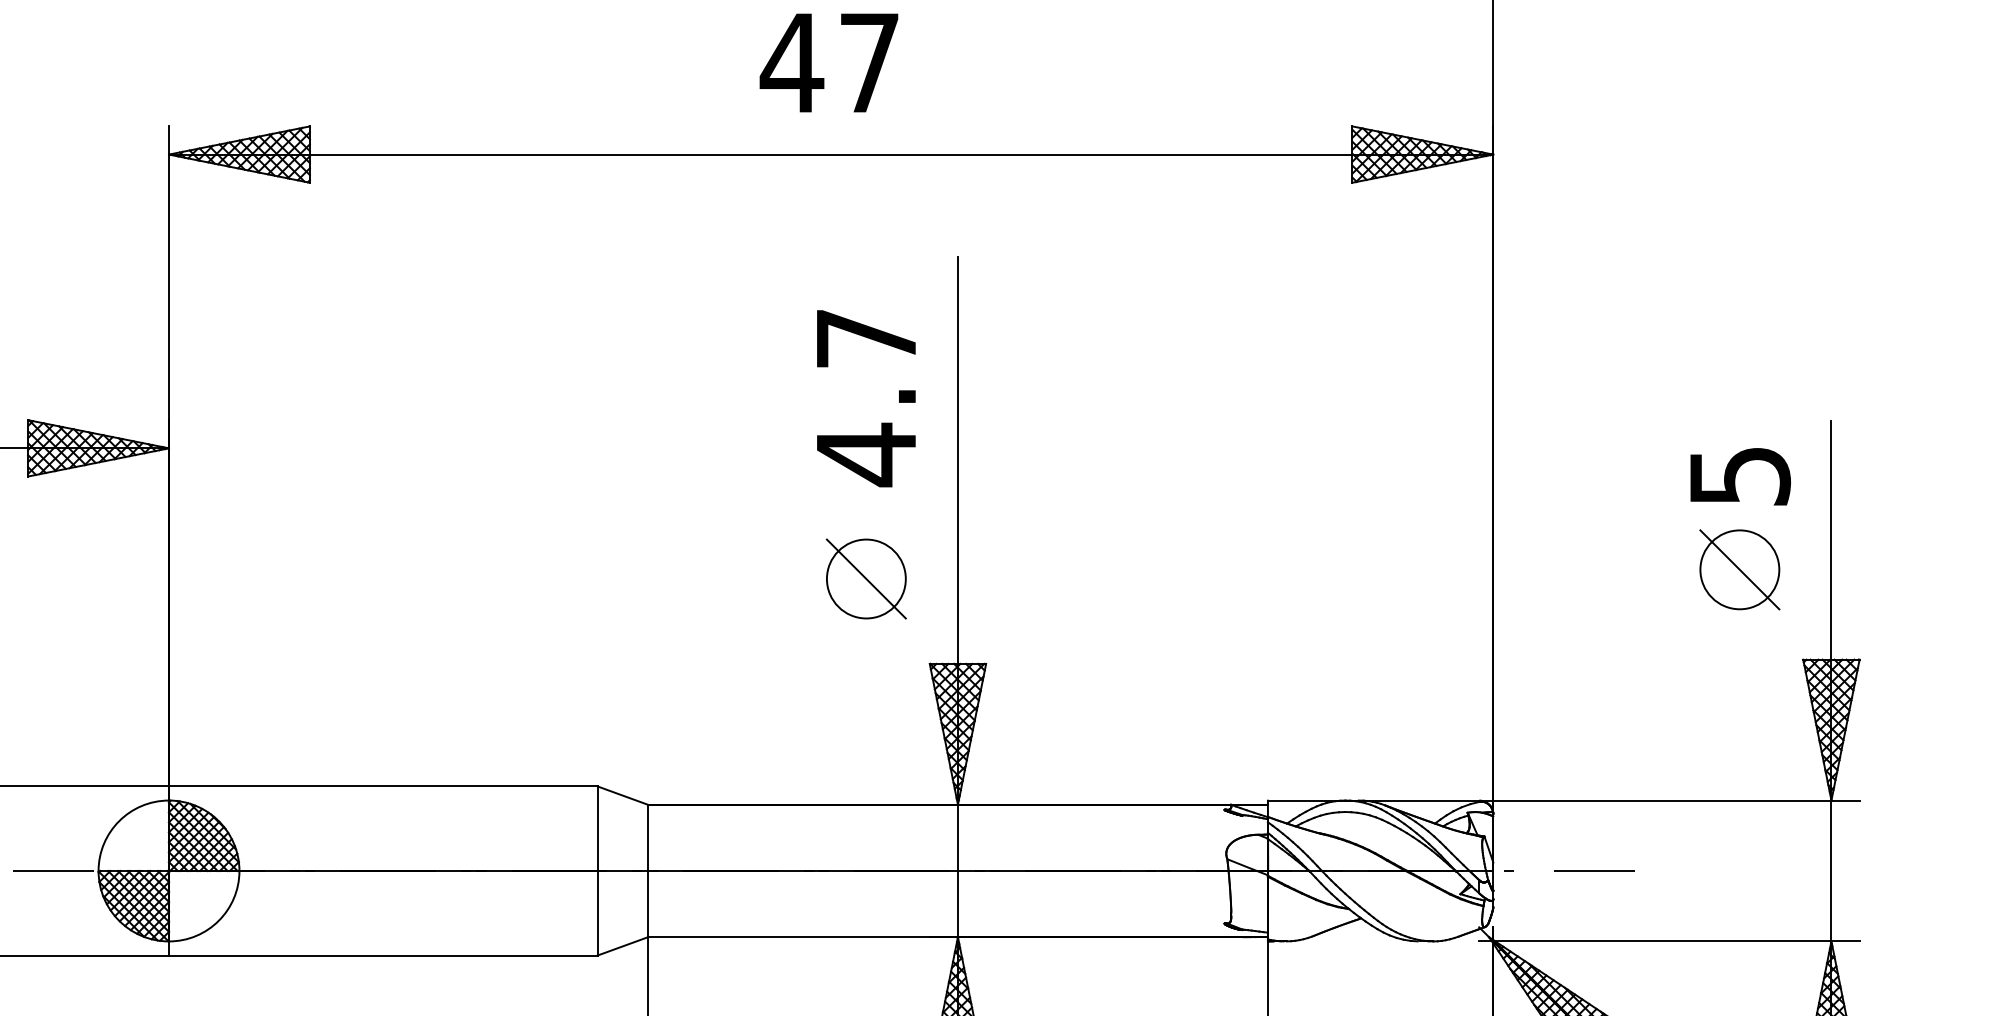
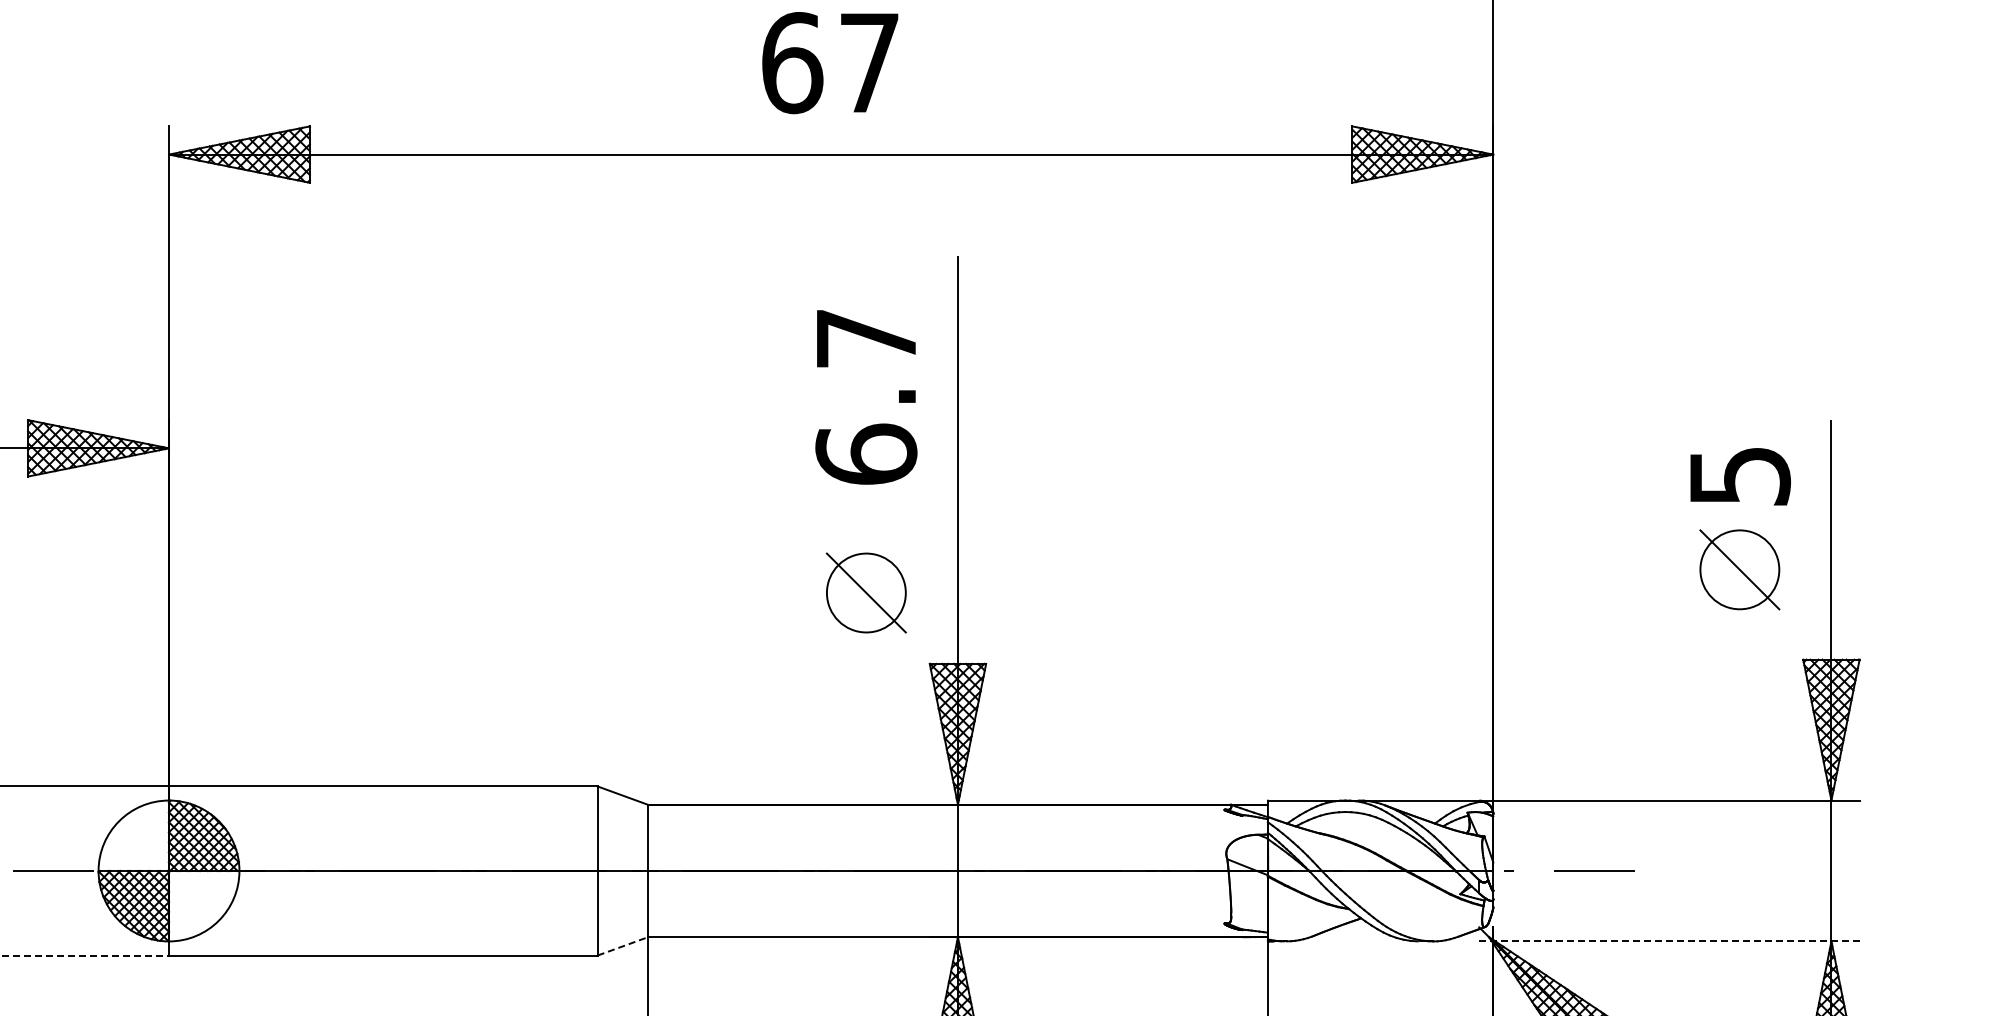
text at (791, 63): 47 -> 67
text at (866, 454): 4.7 -> 6.7
part at (865, 578) position: (865, 578) -> (865, 592)
line at (1669, 941): solid -> dashed
line at (622, 946): solid -> dashed
line at (85, 955): solid -> dashed
